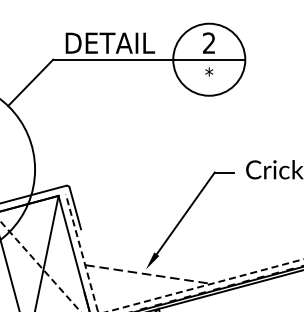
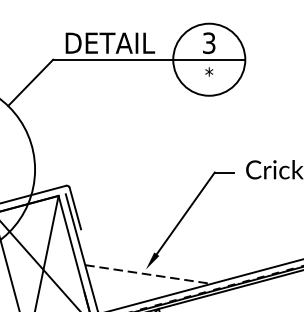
text at (209, 43): 2 -> 3
line at (81, 252): dashed -> solid
line at (40, 266): dashed -> solid
line at (205, 285): dashed -> solid
